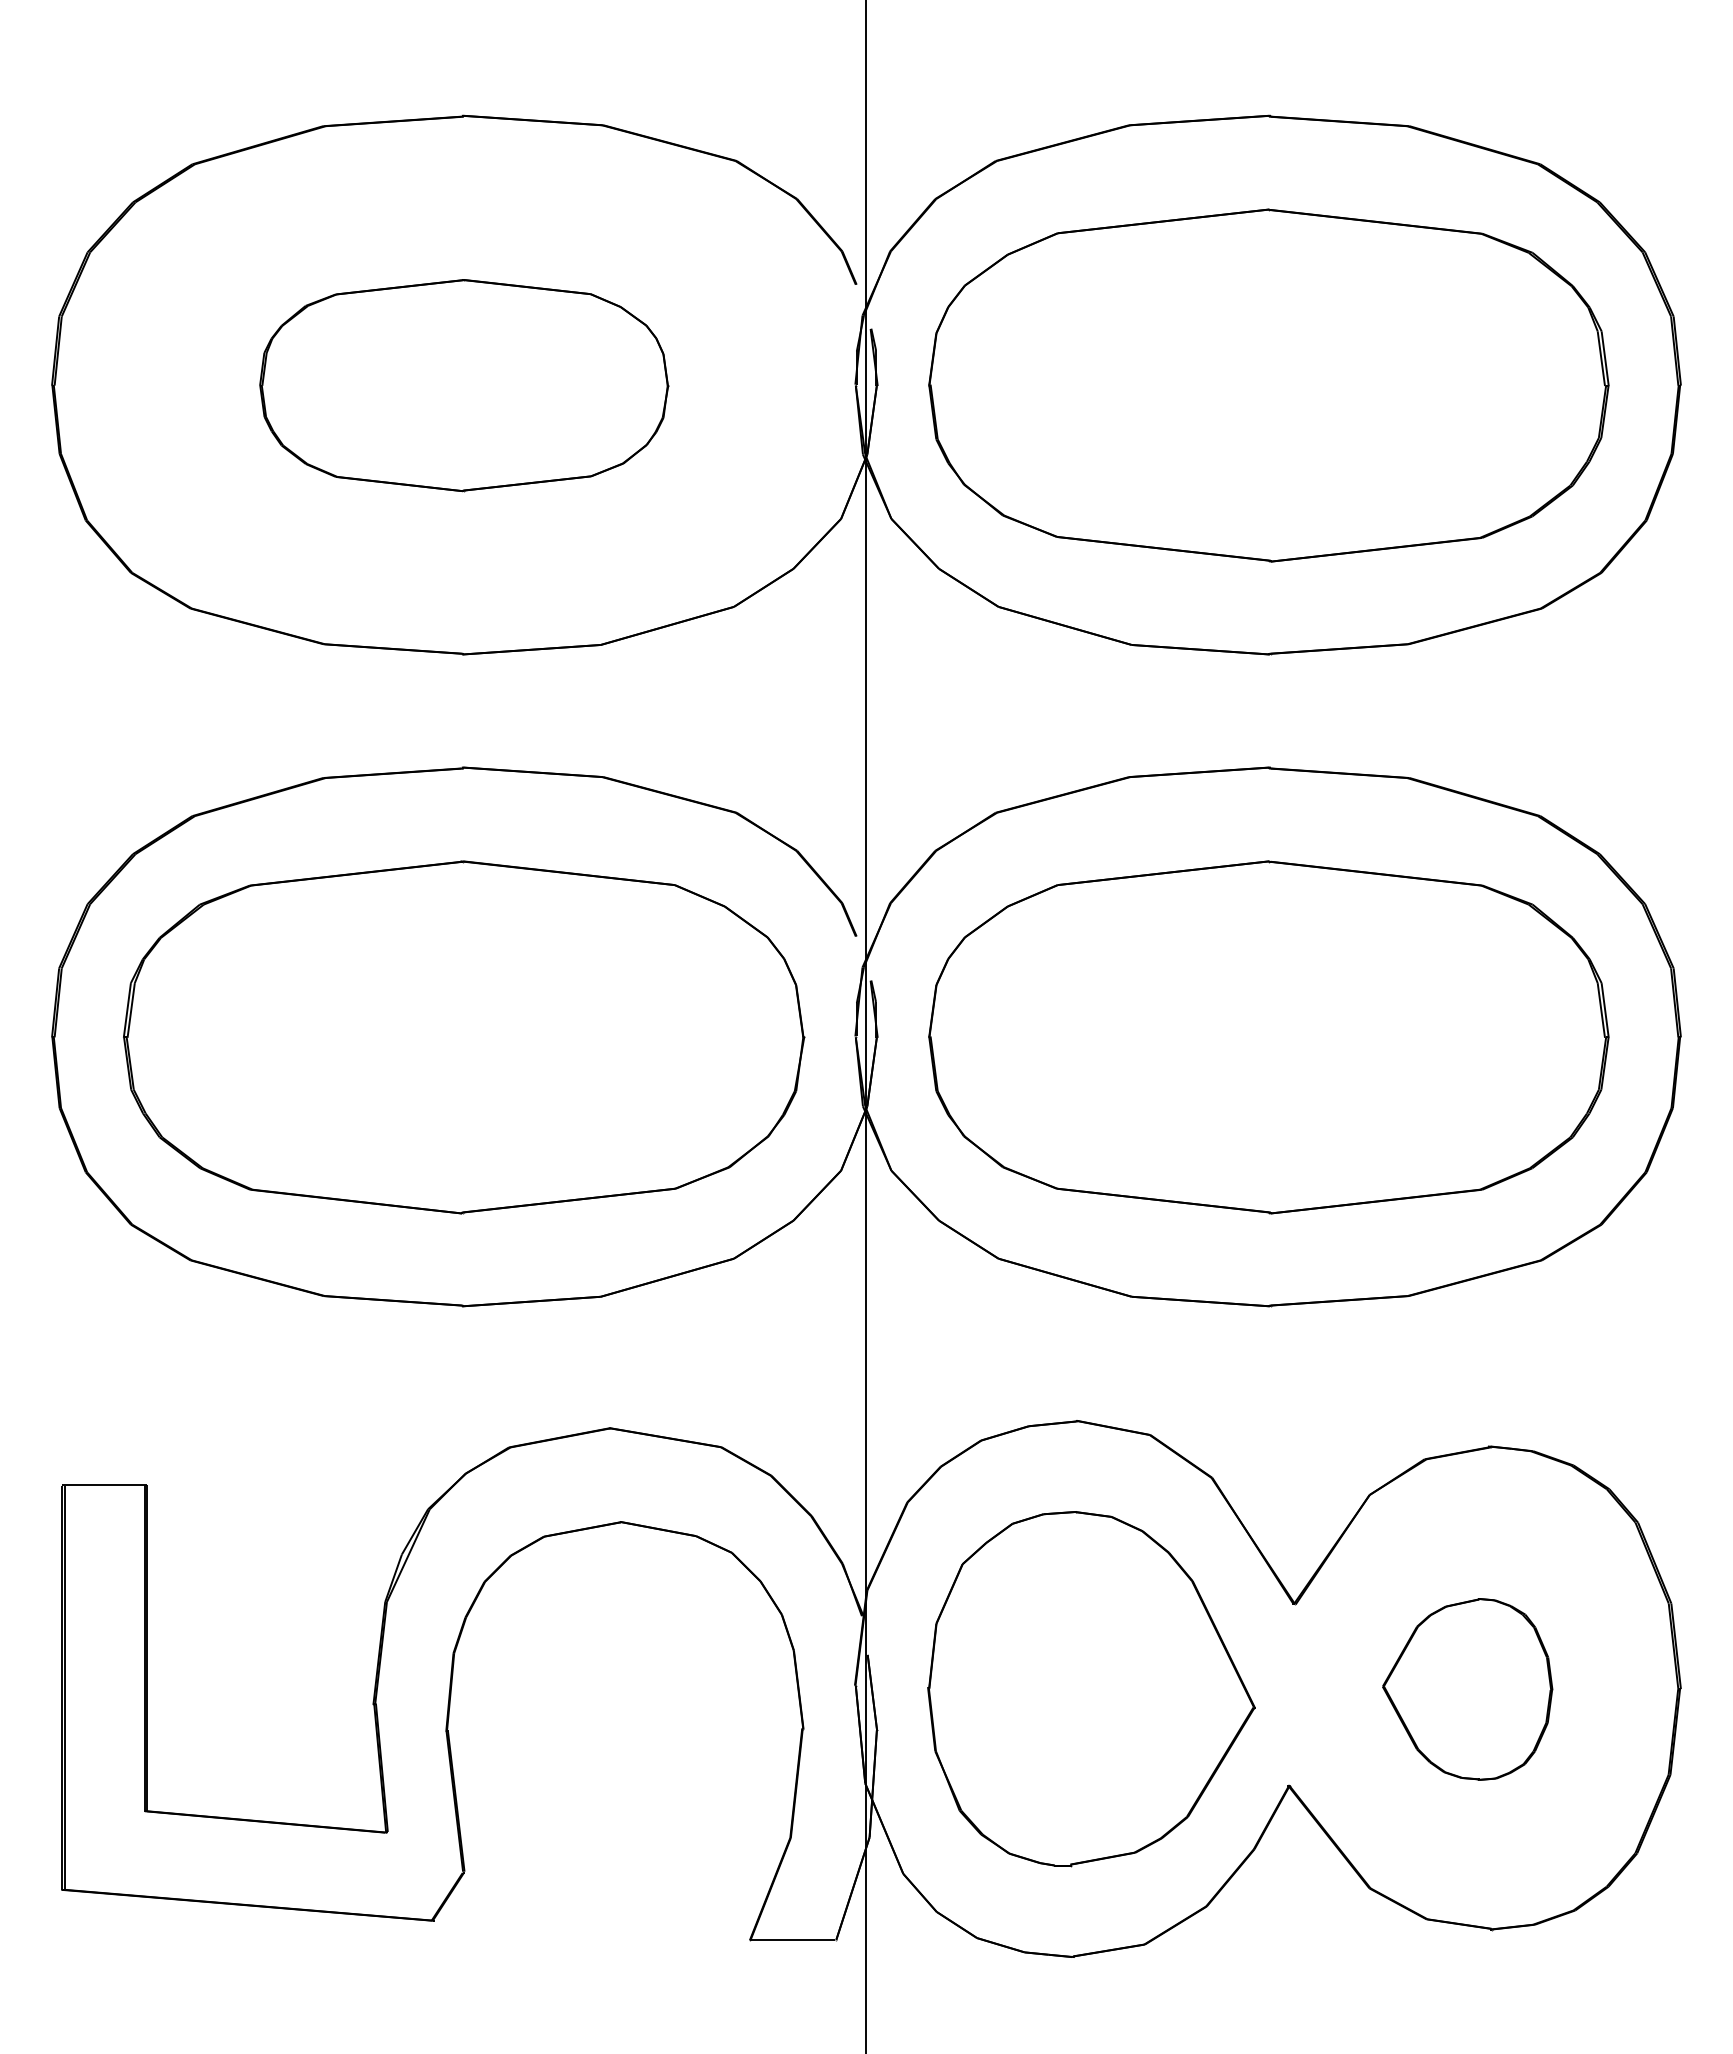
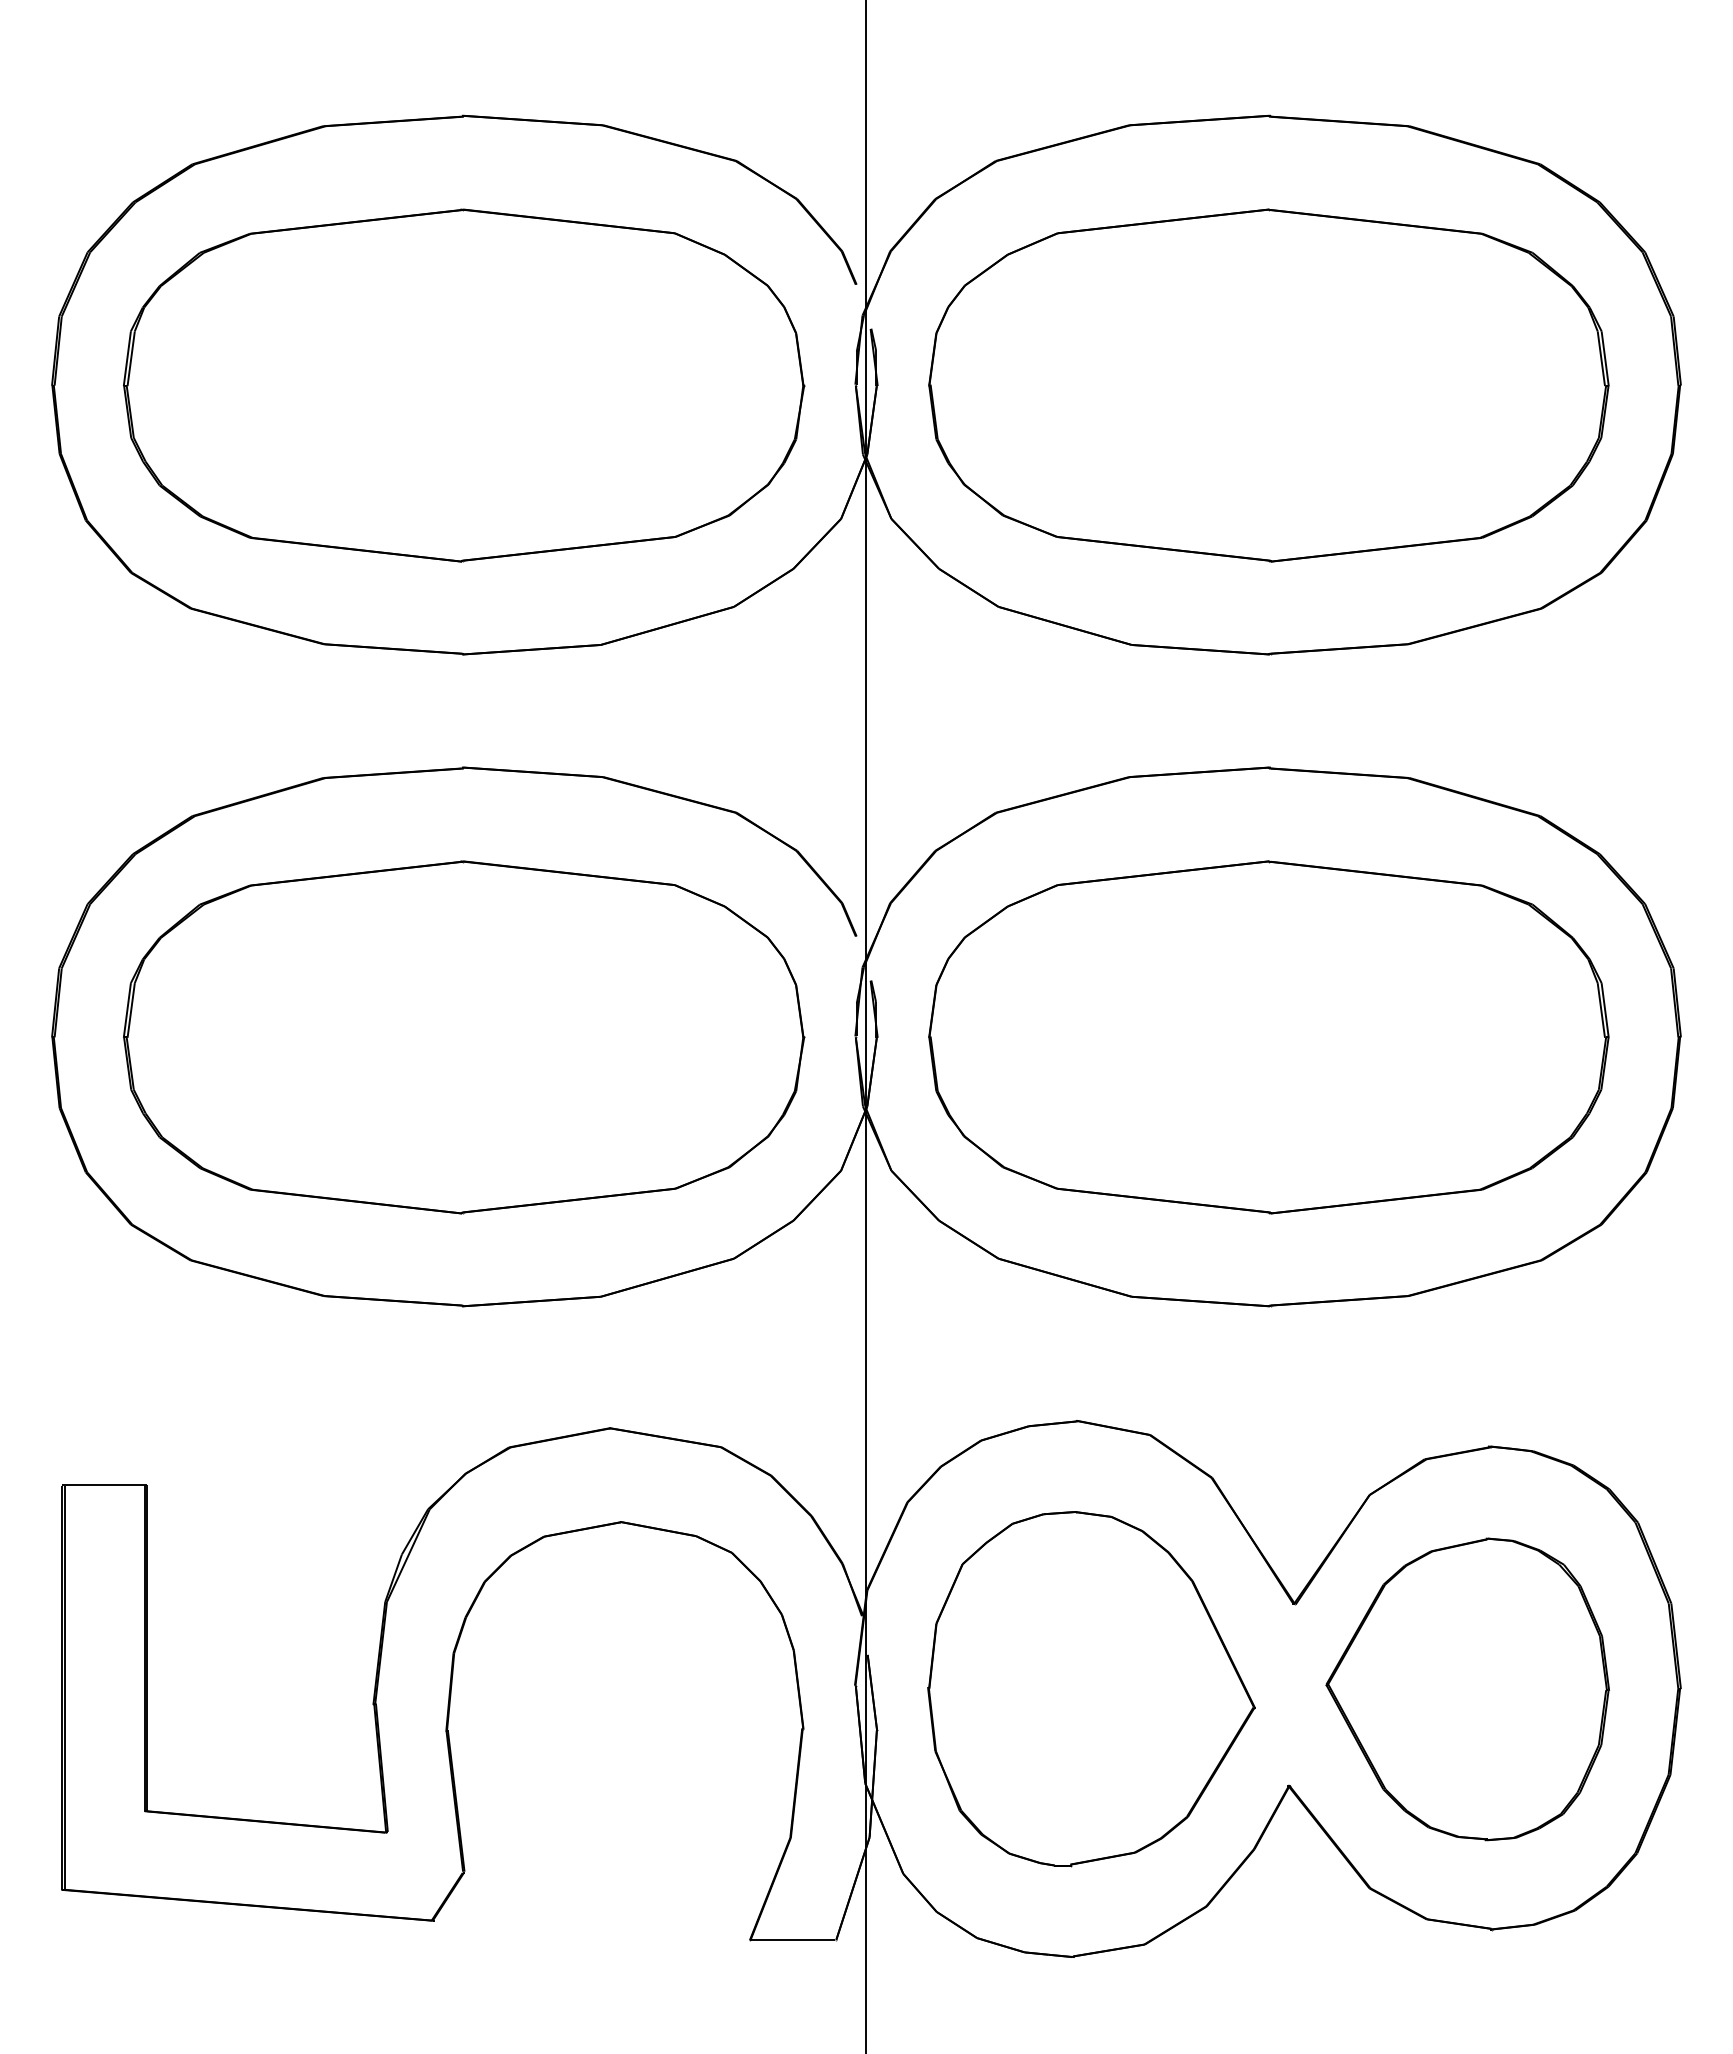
part at (464, 385) size: 411x214 px -> 683x355 px
part at (1467, 1689) size: 172x183 px -> 285x305 px
